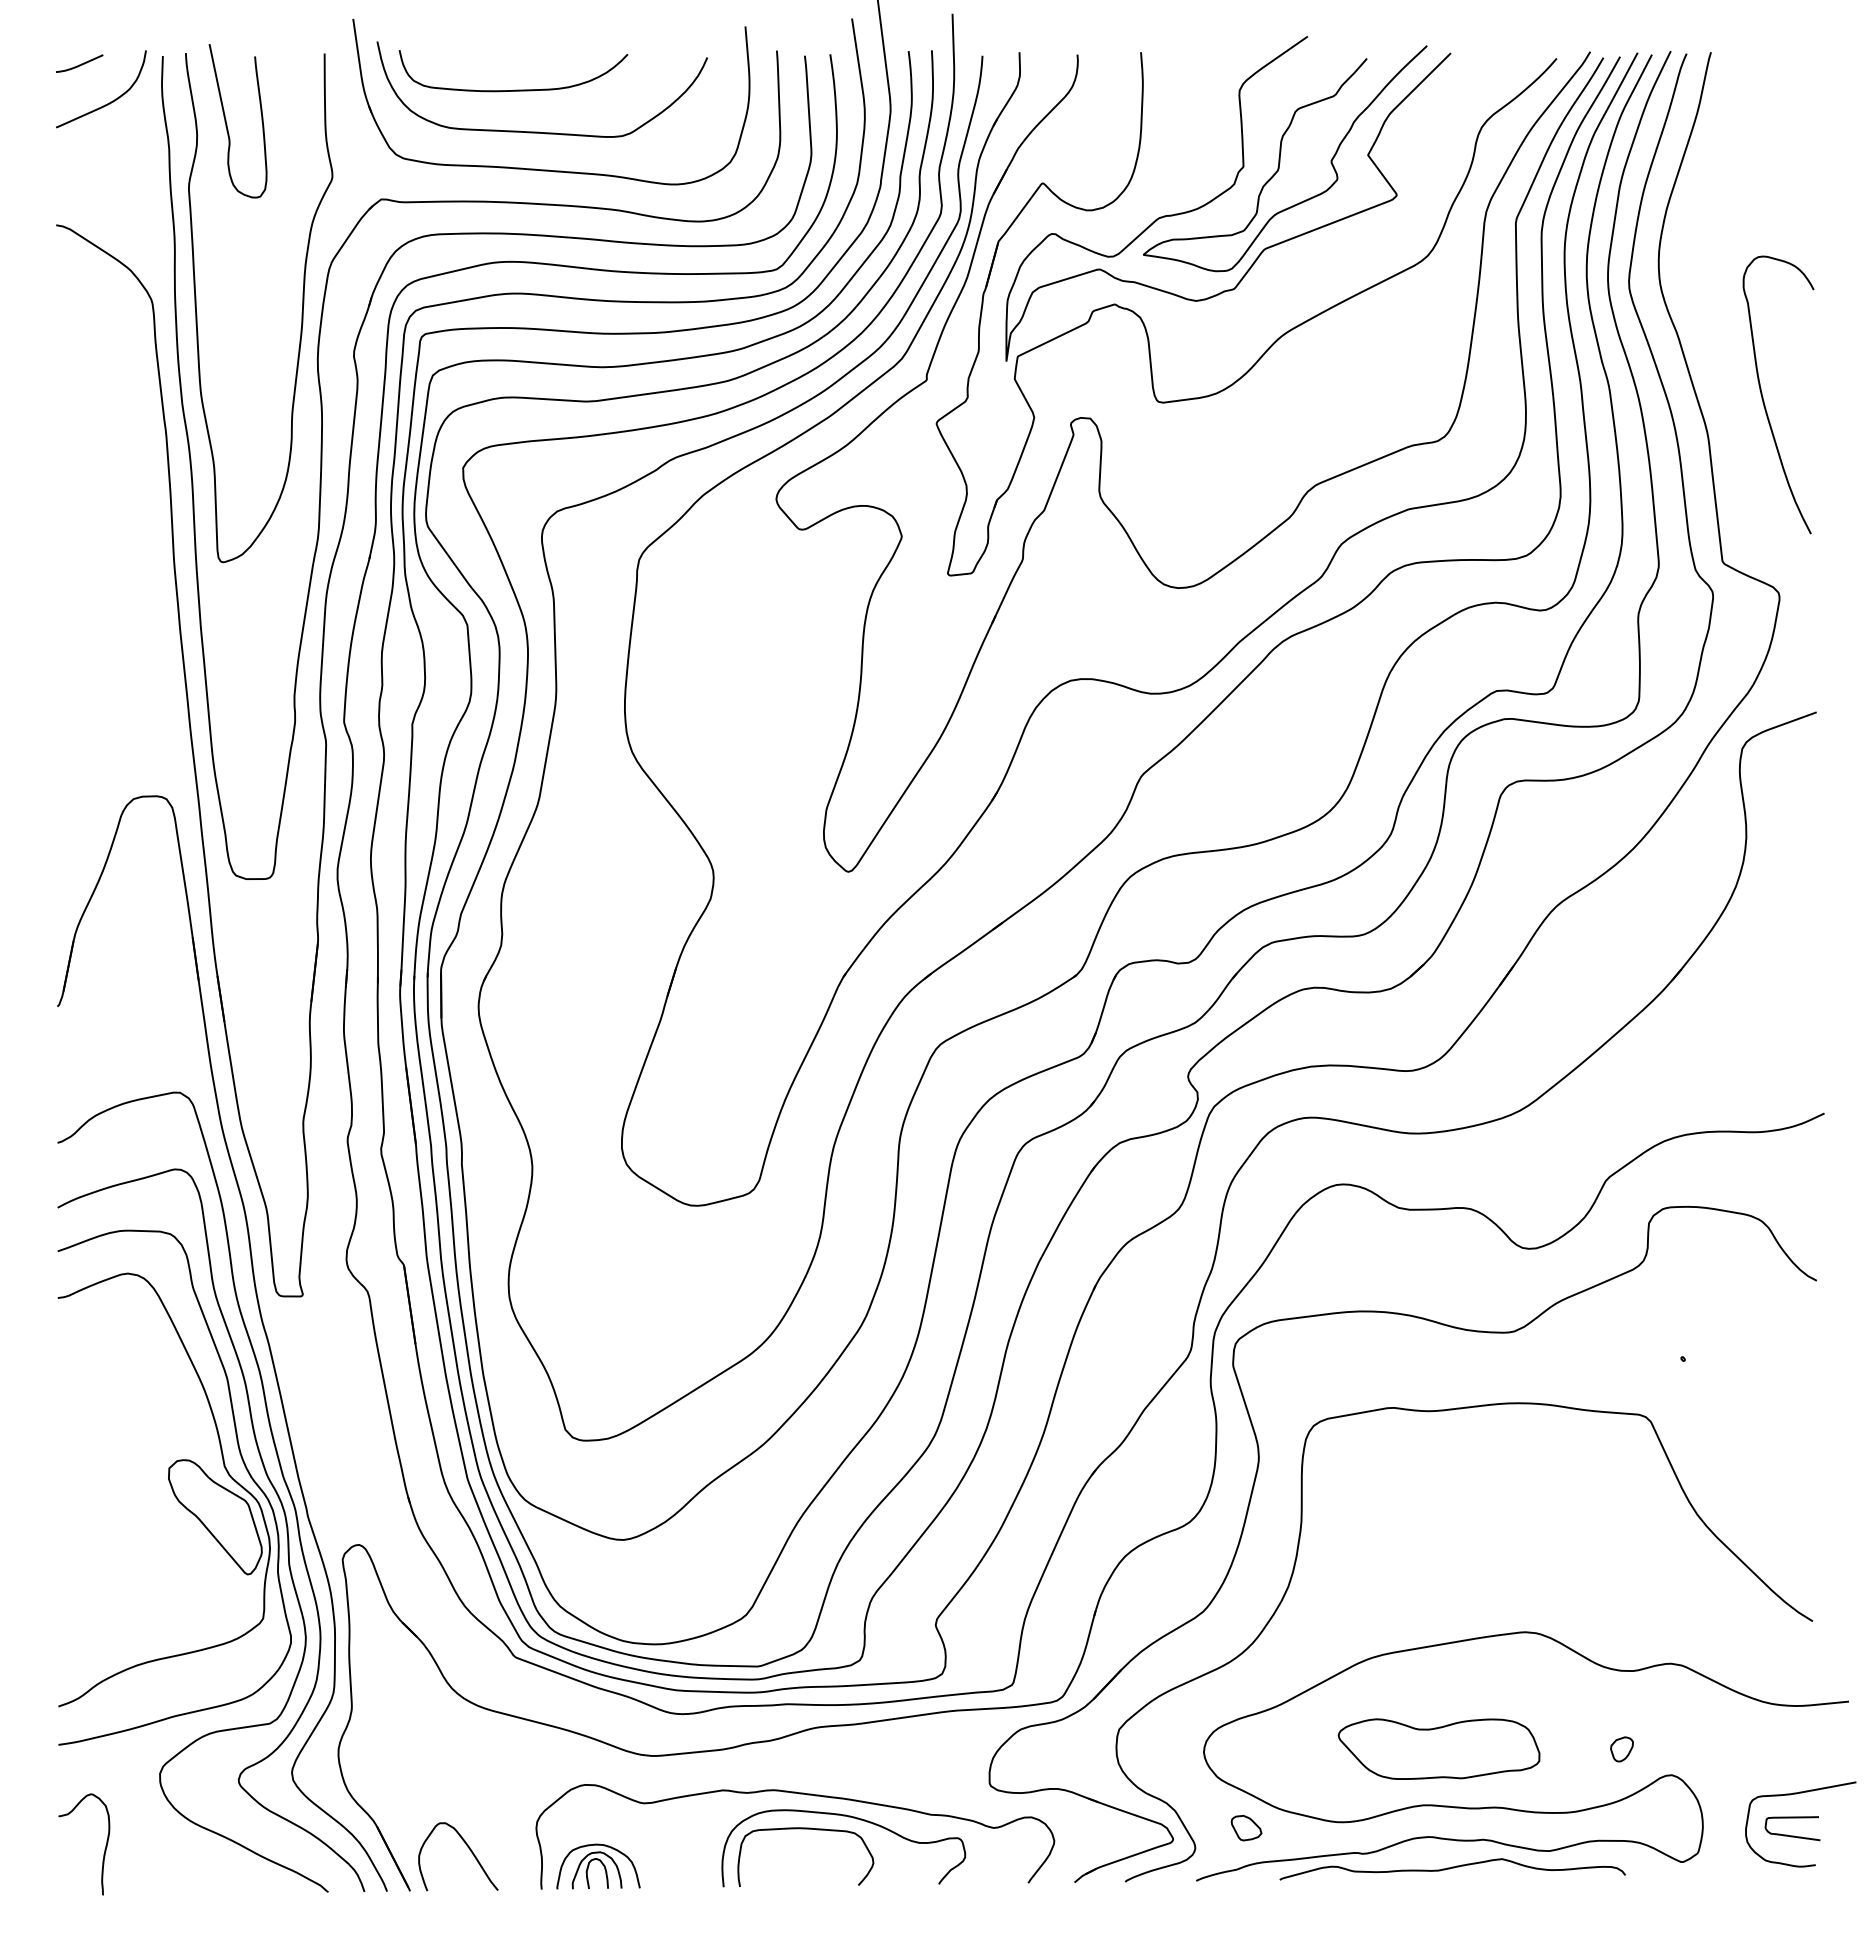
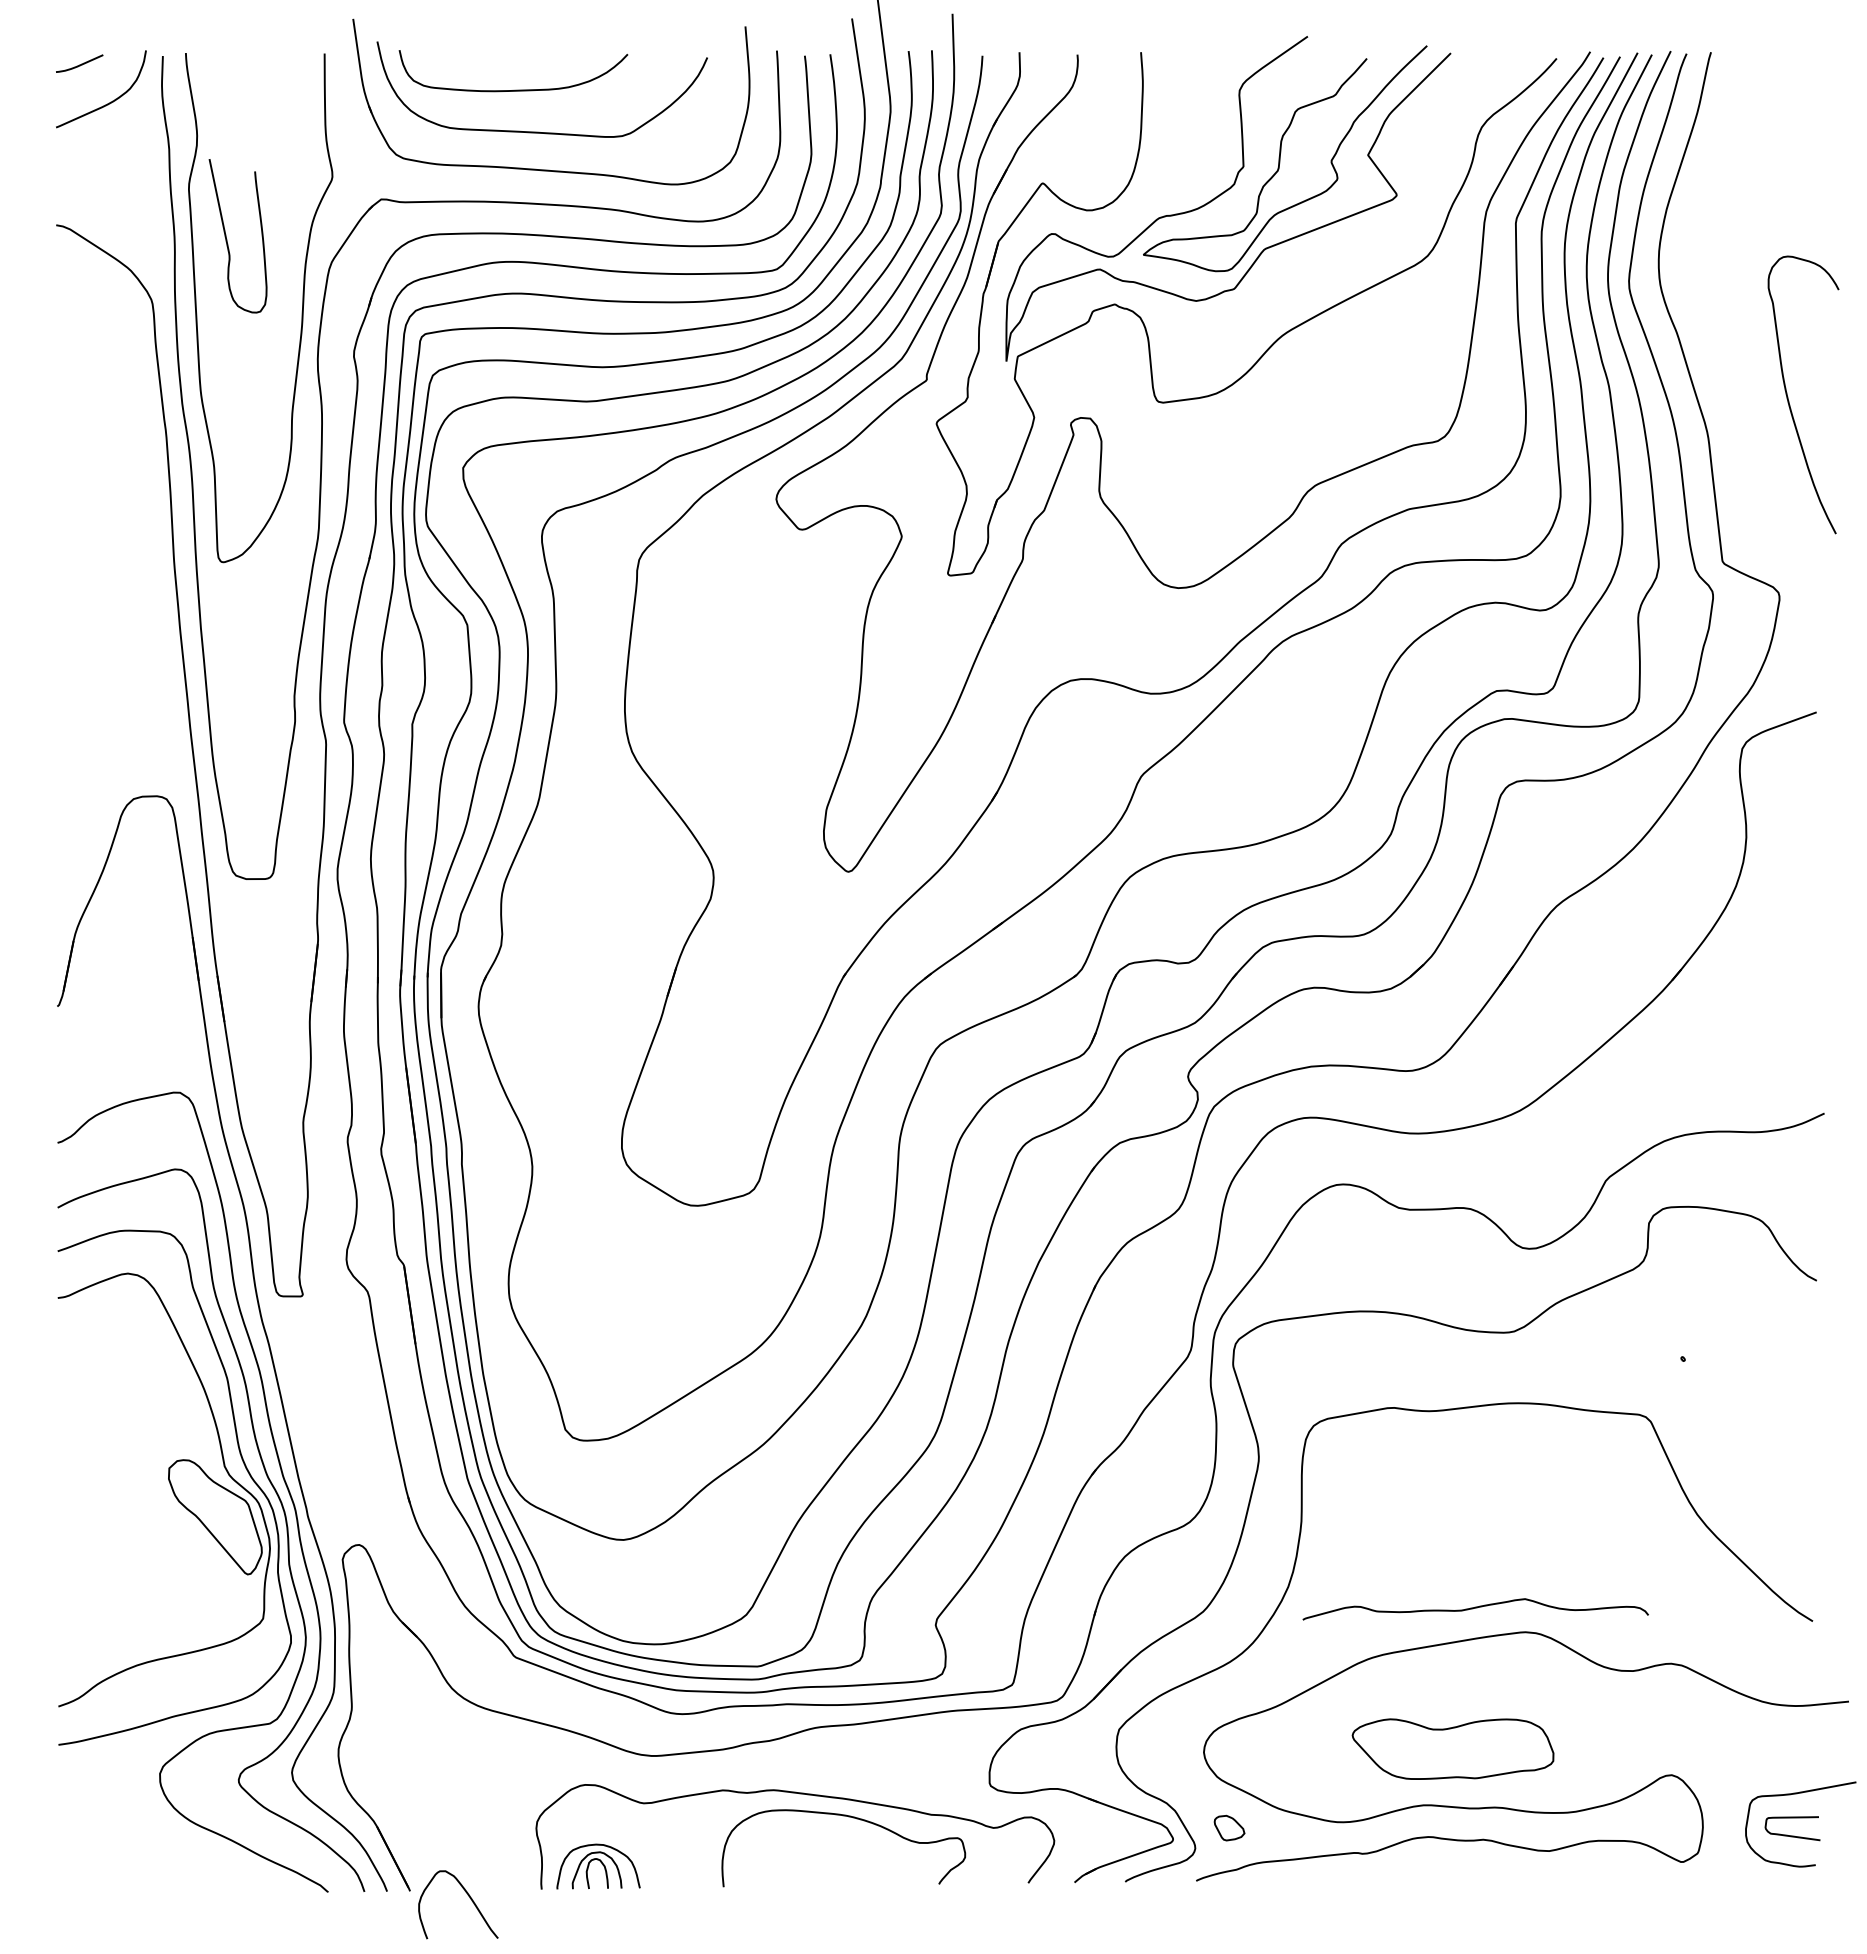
curve at (227, 124) position: (227, 124) -> (227, 239)
curve at (1763, 396) position: (1763, 396) -> (1788, 396)
part at (1438, 1748) position: (1438, 1748) -> (1452, 1748)
part at (1621, 1749): present -> none
part at (1246, 1827) position: (1246, 1827) -> (1229, 1827)
curve at (805, 1829): present -> none
curve at (104, 1849): present -> none
curve at (469, 1850) position: (469, 1850) -> (469, 1898)
curve at (1452, 1868) position: (1452, 1868) -> (1475, 1608)
